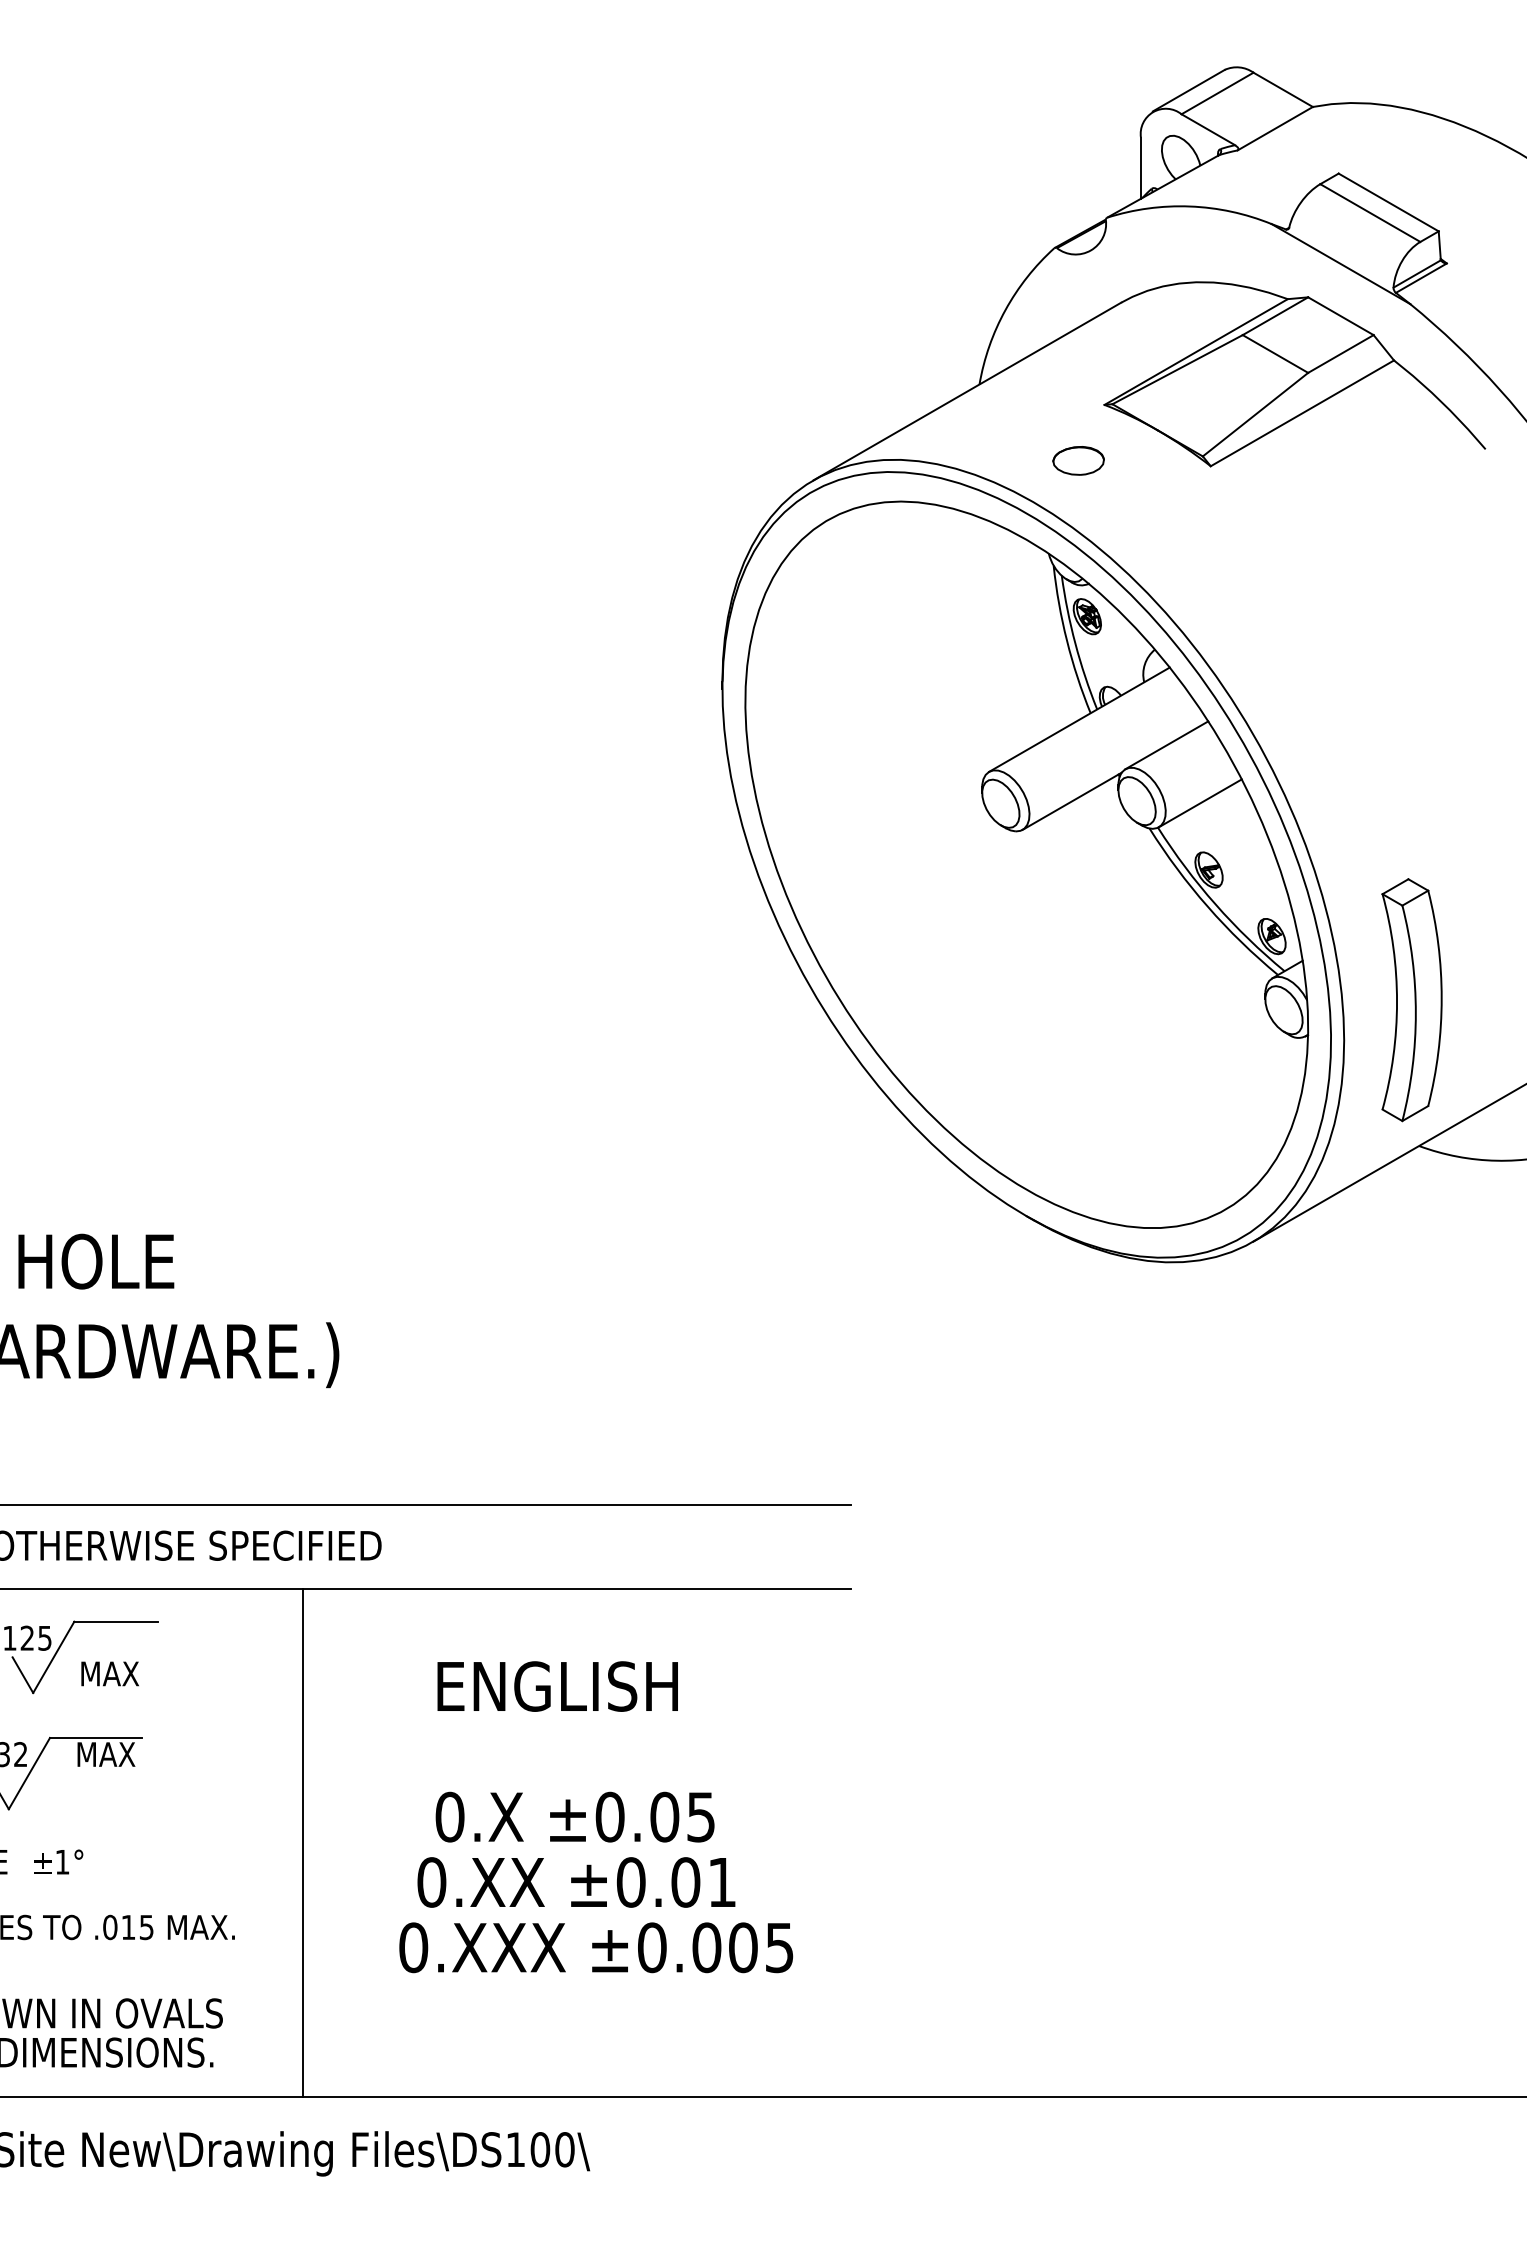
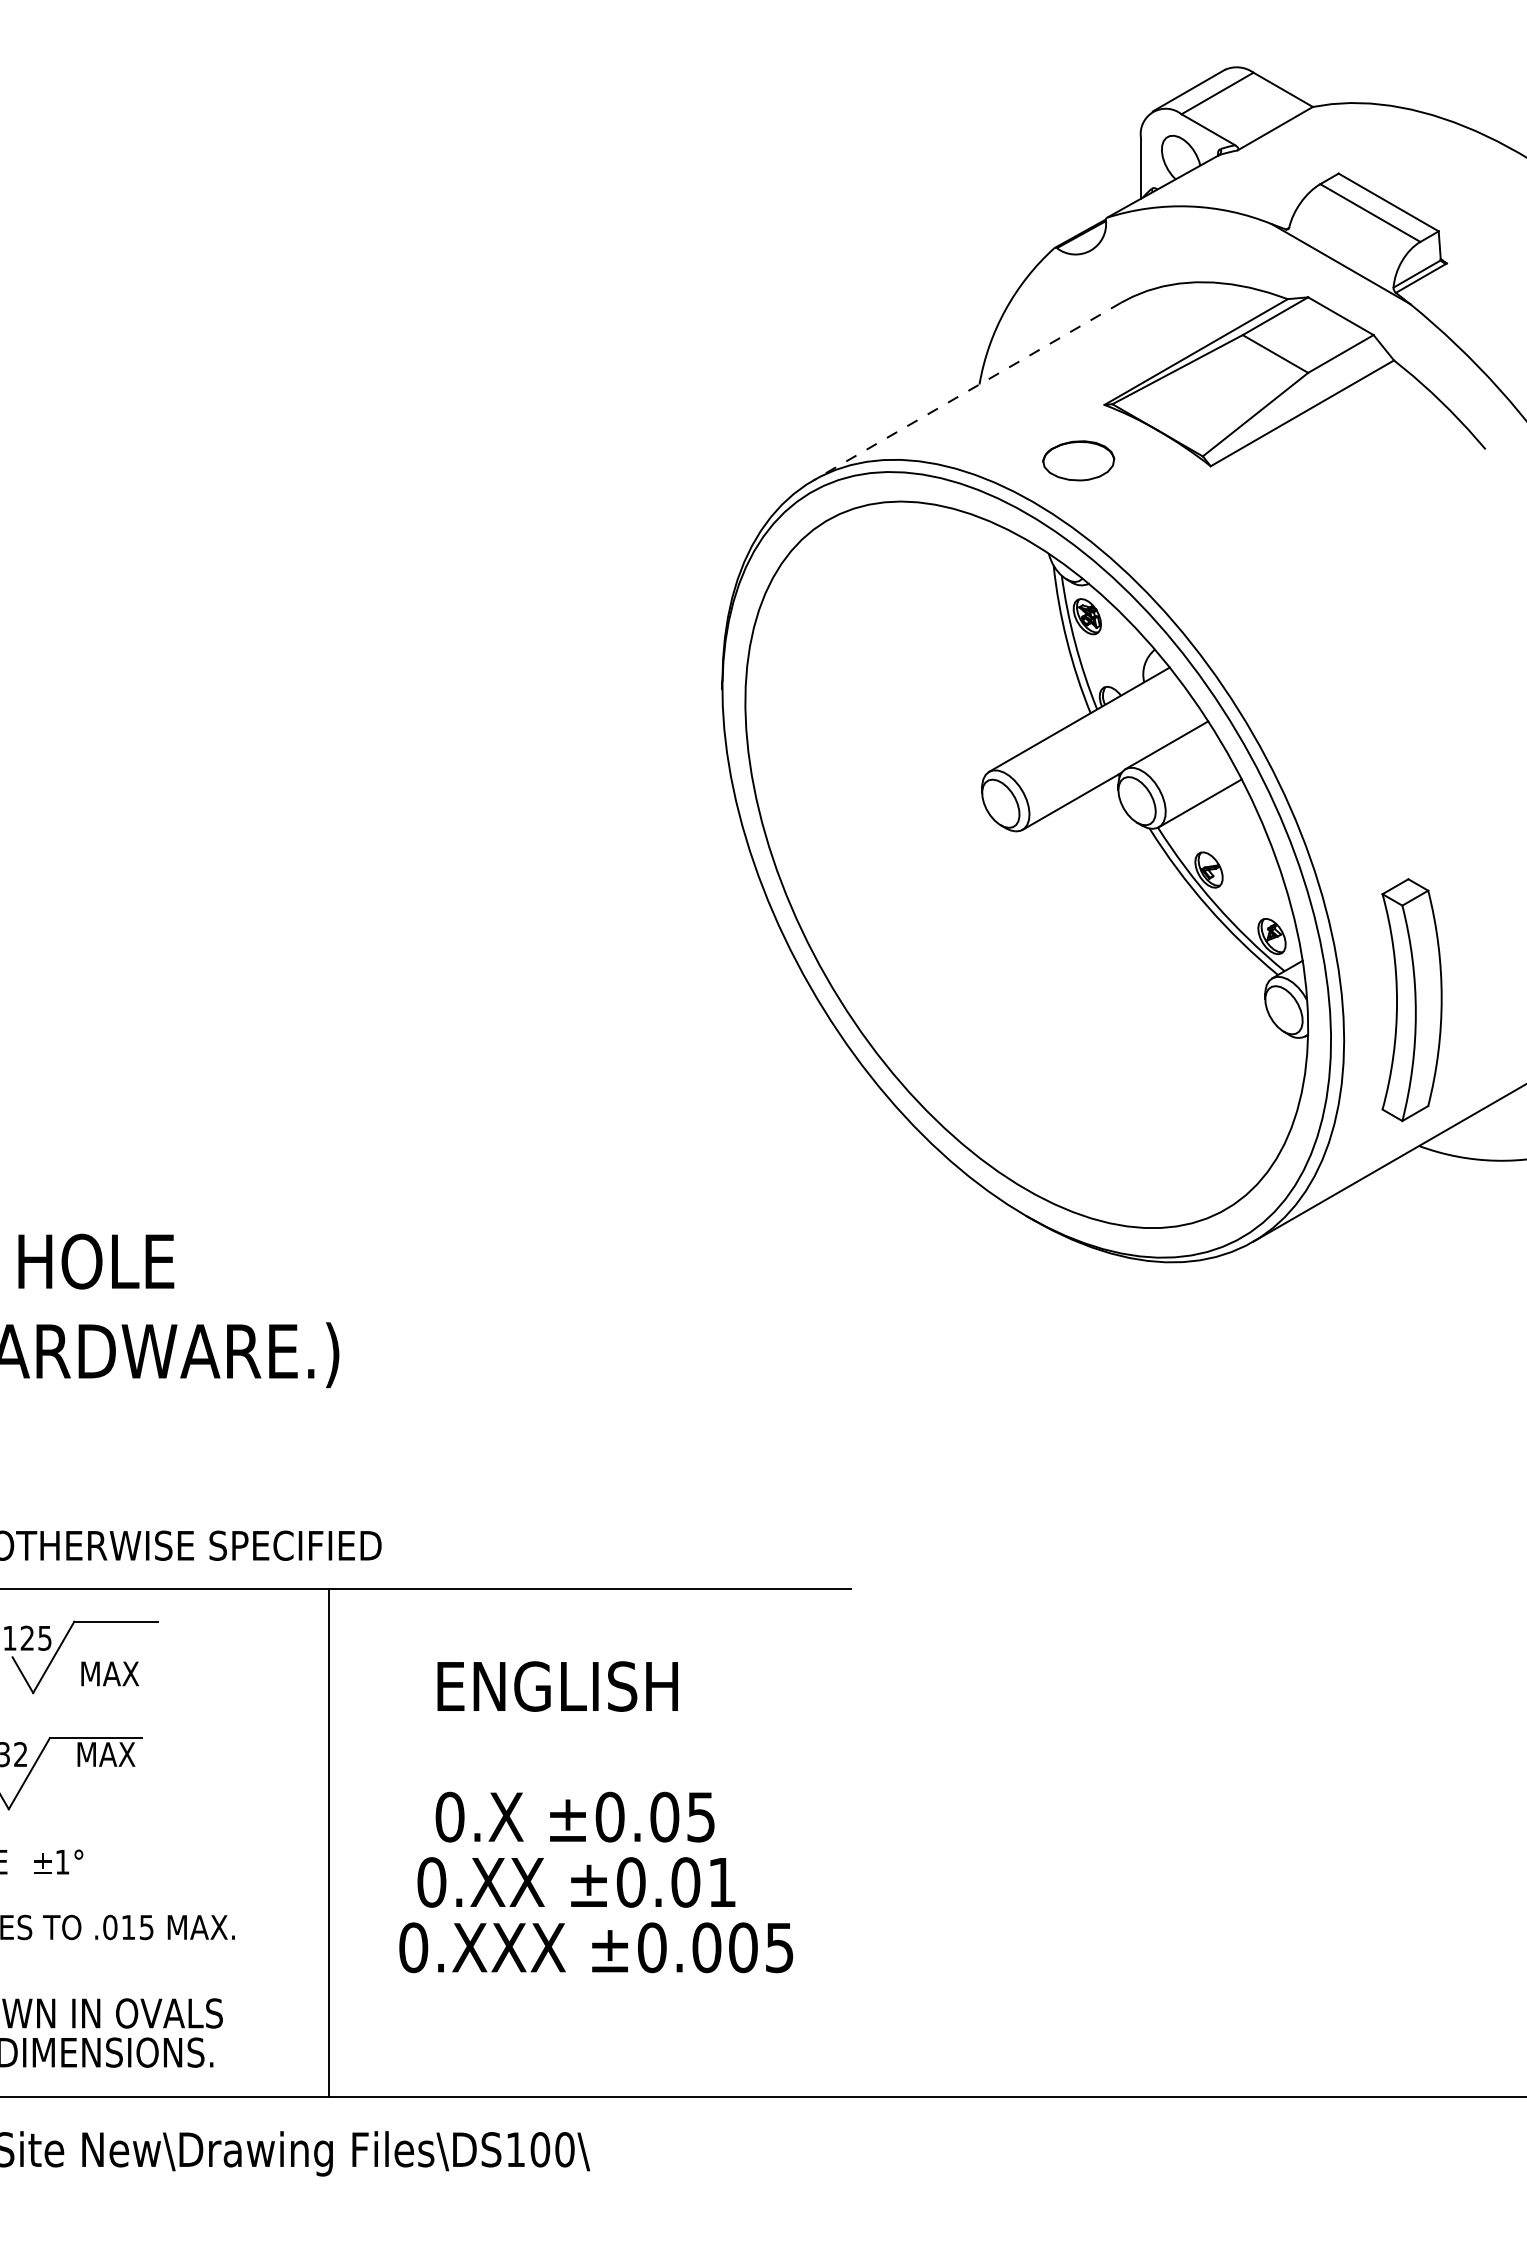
line at (967, 391): solid -> dashed
part at (1078, 460) size: 53x30 px -> 74x42 px
line at (426, 1504): present -> none
line at (302, 1843) position: (302, 1843) -> (328, 1843)
